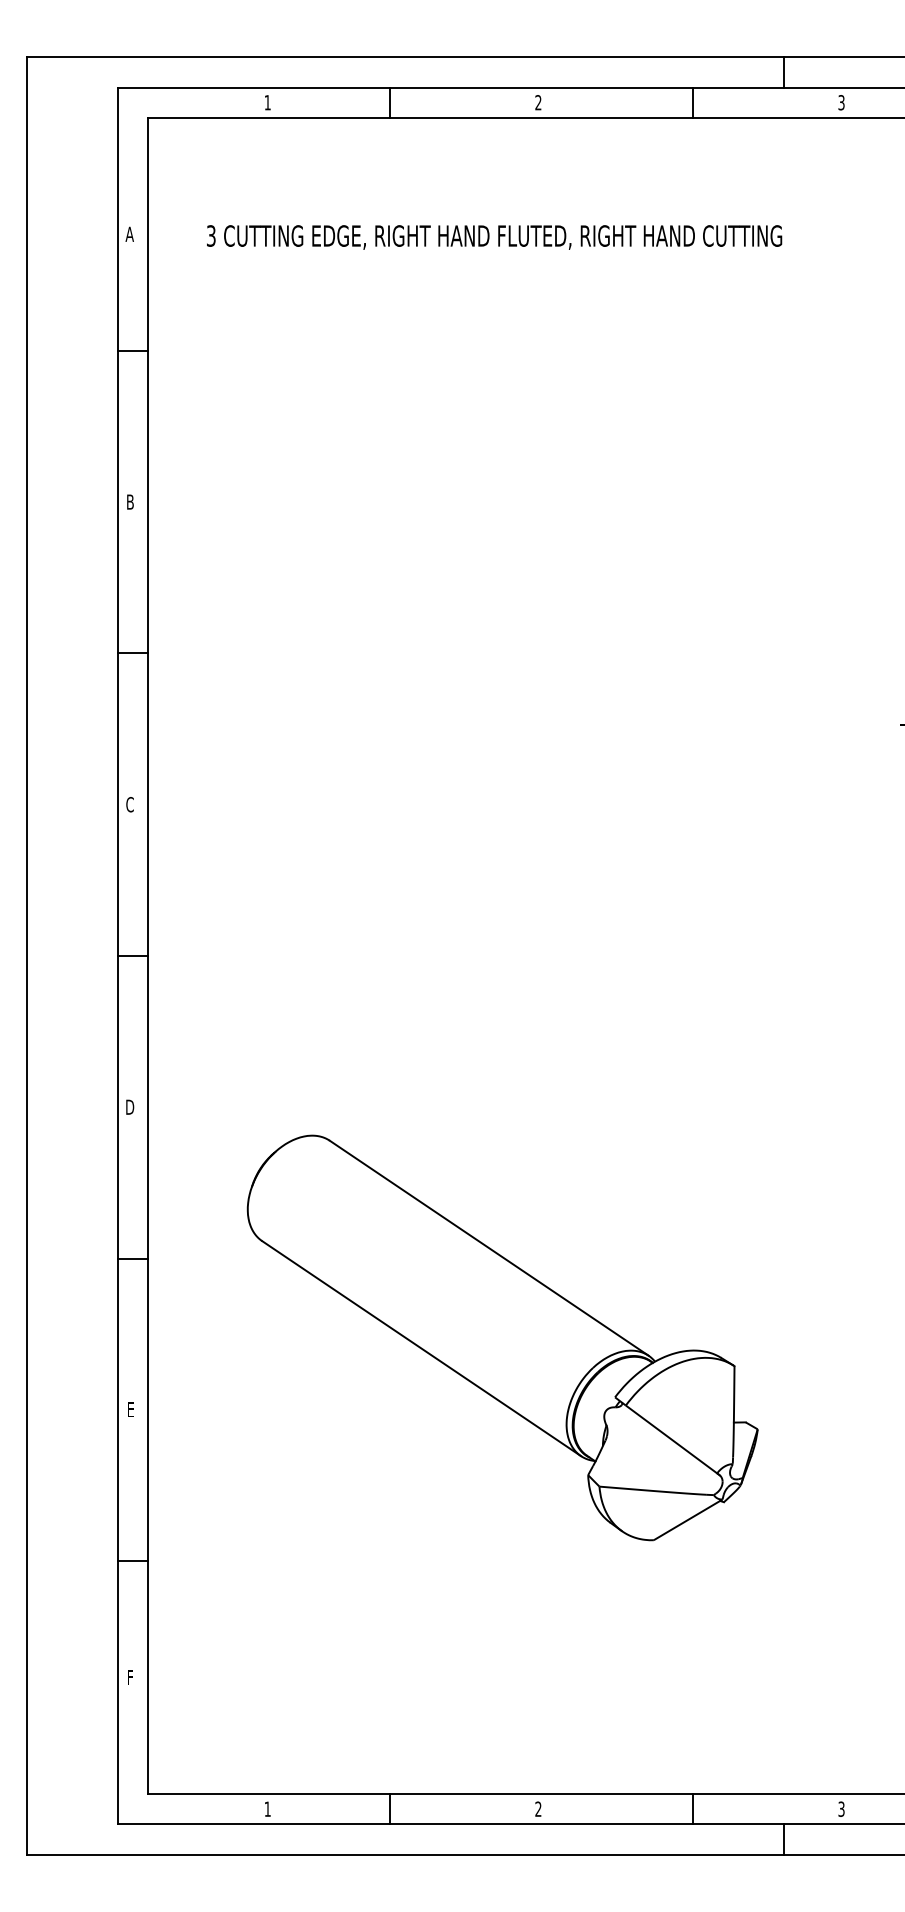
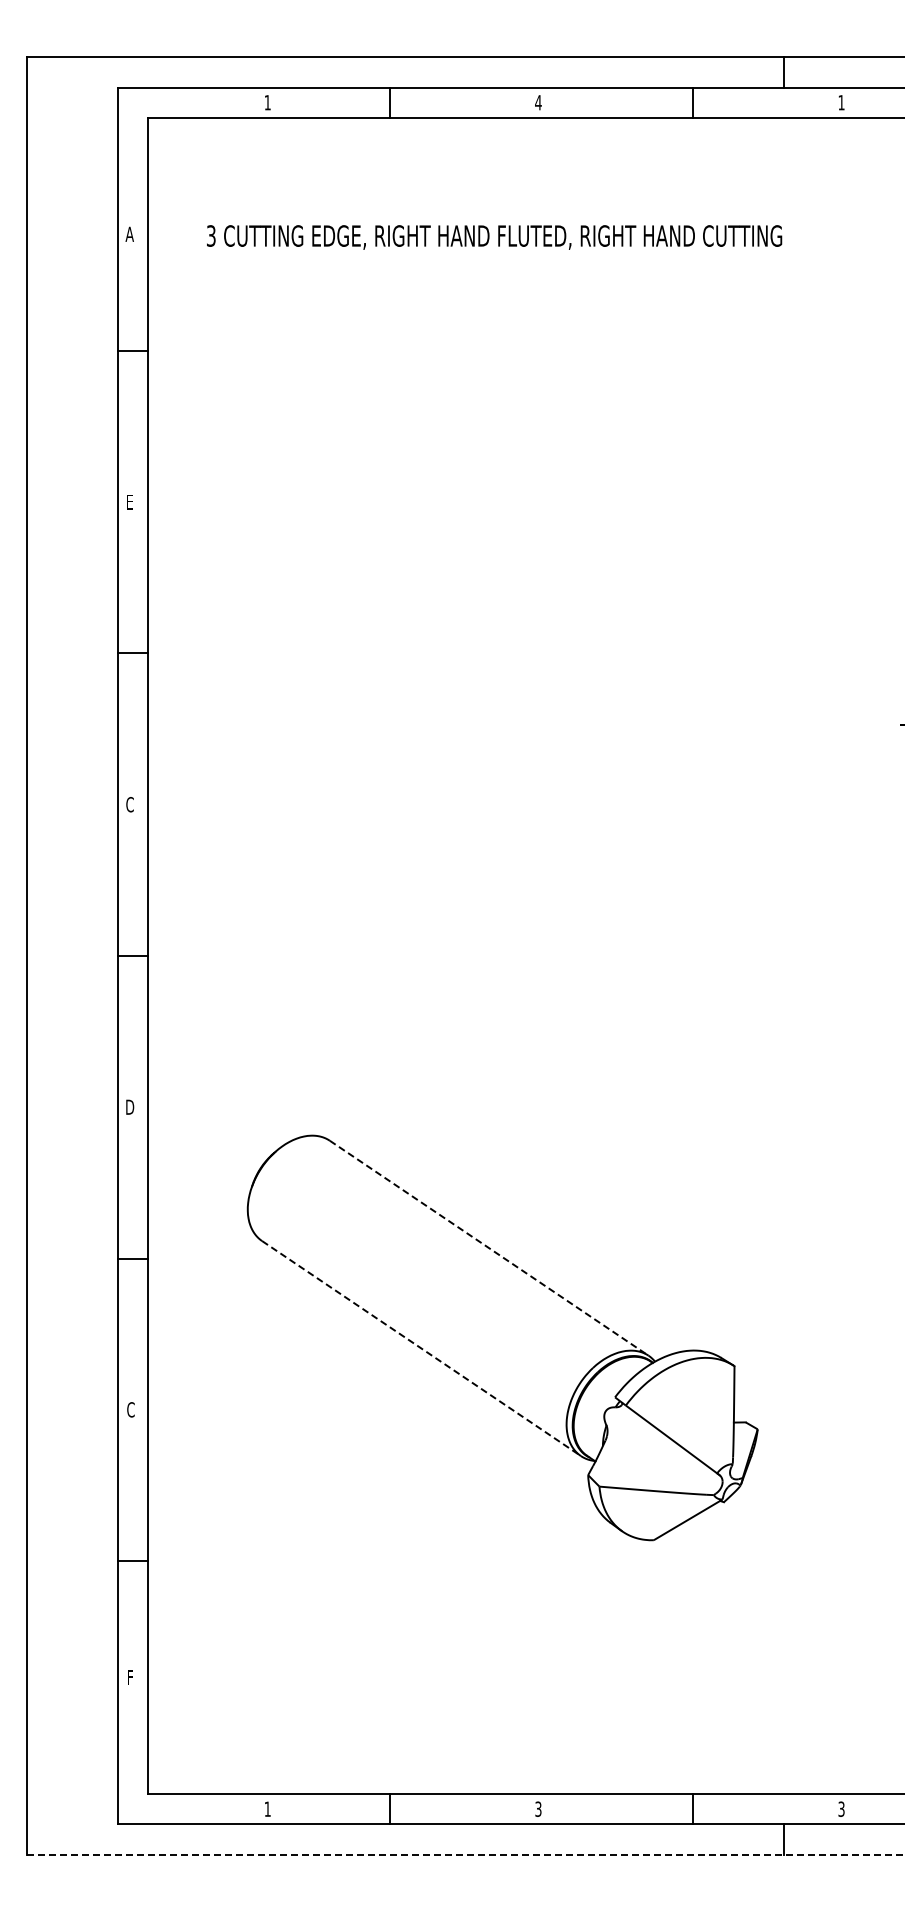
text at (538, 102): 2 -> 4
text at (841, 102): 3 -> 1
text at (130, 501): B -> E
line at (489, 1248): solid -> dashed
line at (422, 1348): solid -> dashed
text at (130, 1409): E -> C
text at (538, 1809): 2 -> 3
line at (466, 1854): solid -> dashed
